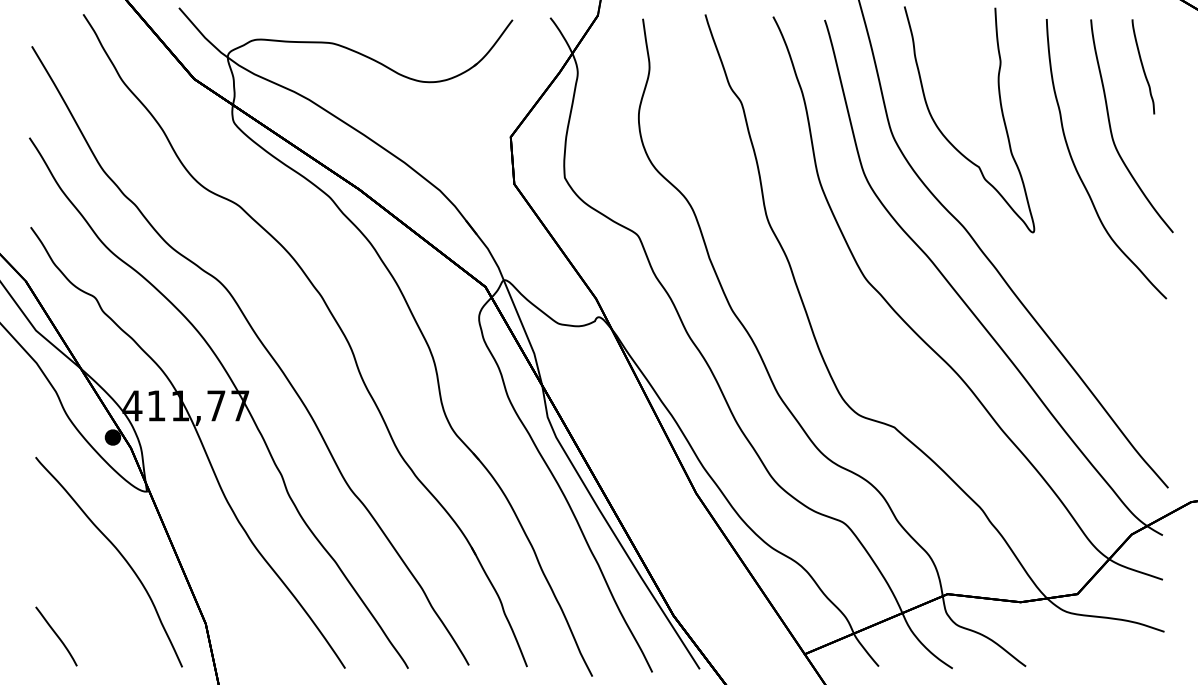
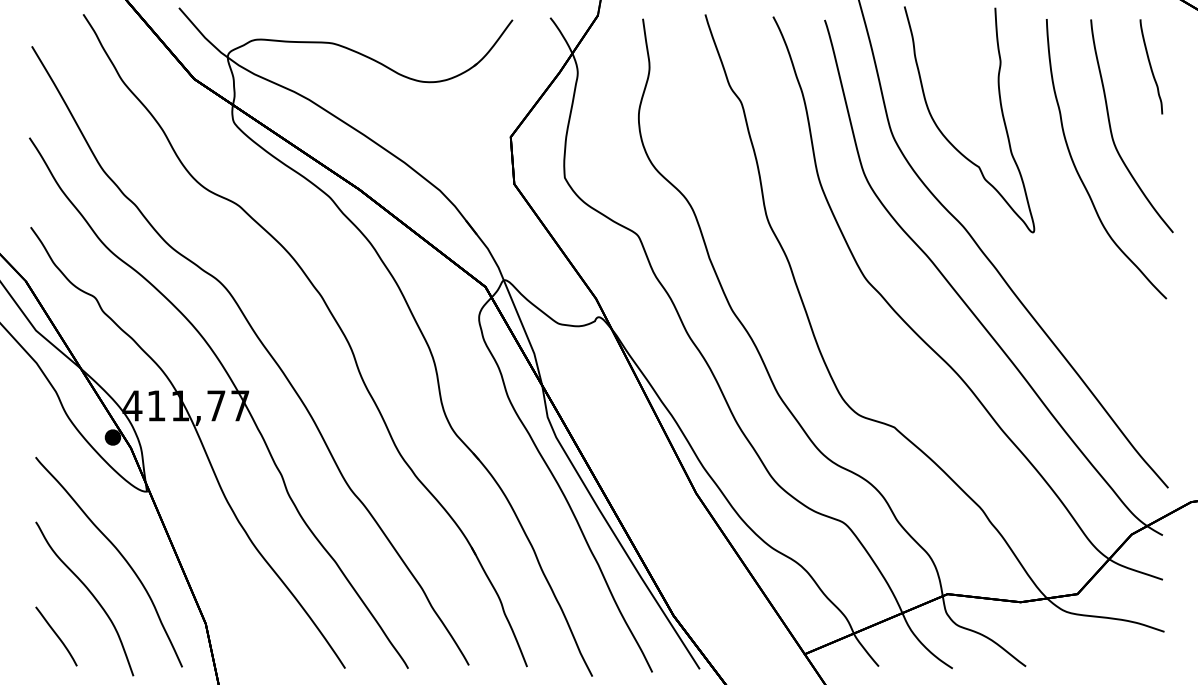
curve at (1143, 66) position: (1143, 66) -> (1151, 66)
curve at (91, 595): none -> present
